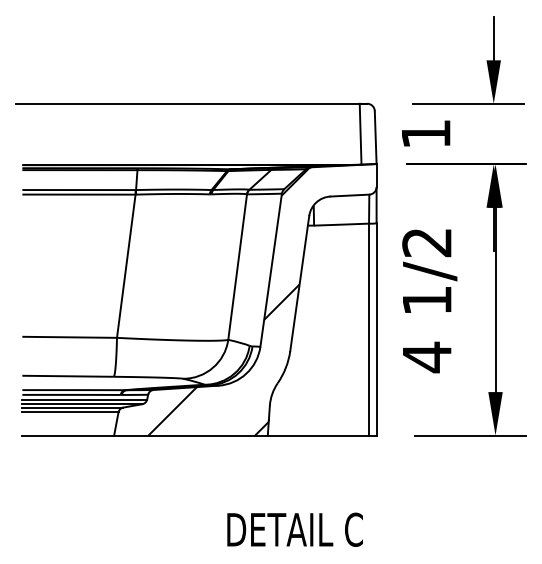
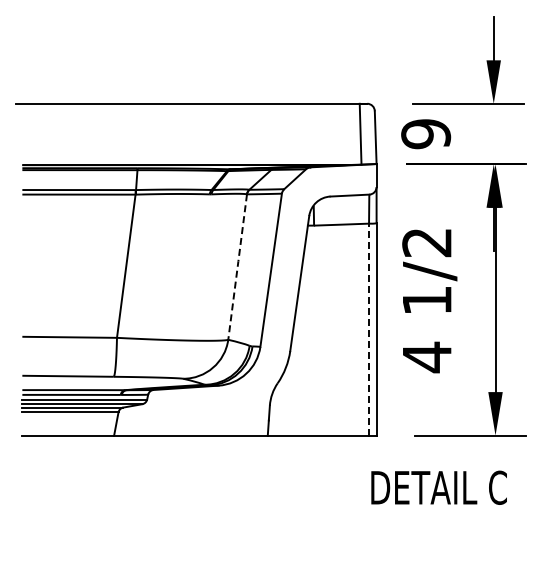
text at (426, 134): 1 -> 9
line at (237, 267): solid -> dashed
hatch at (228, 301): present -> none
line at (369, 329): solid -> dashed
text at (294, 529) position: (294, 529) -> (438, 487)
